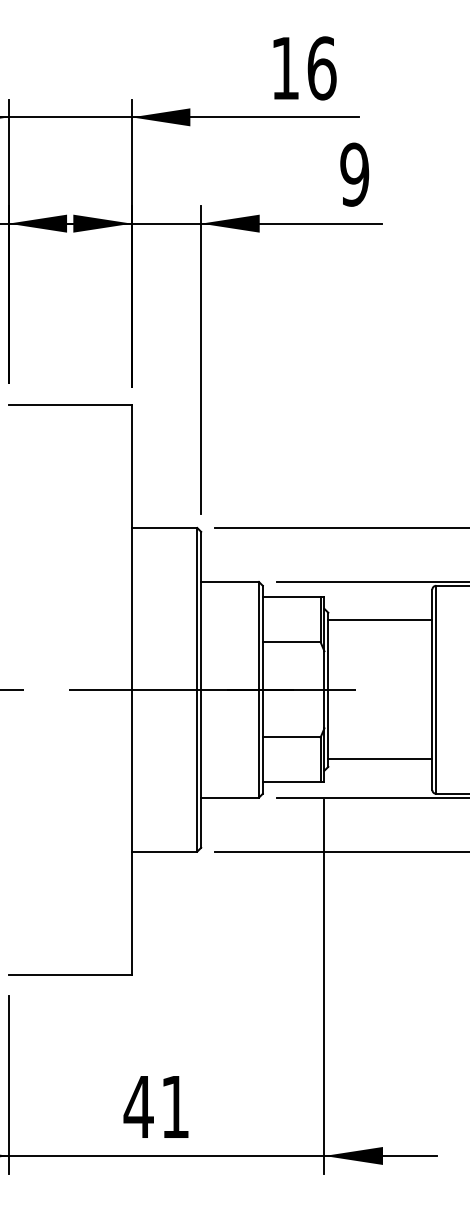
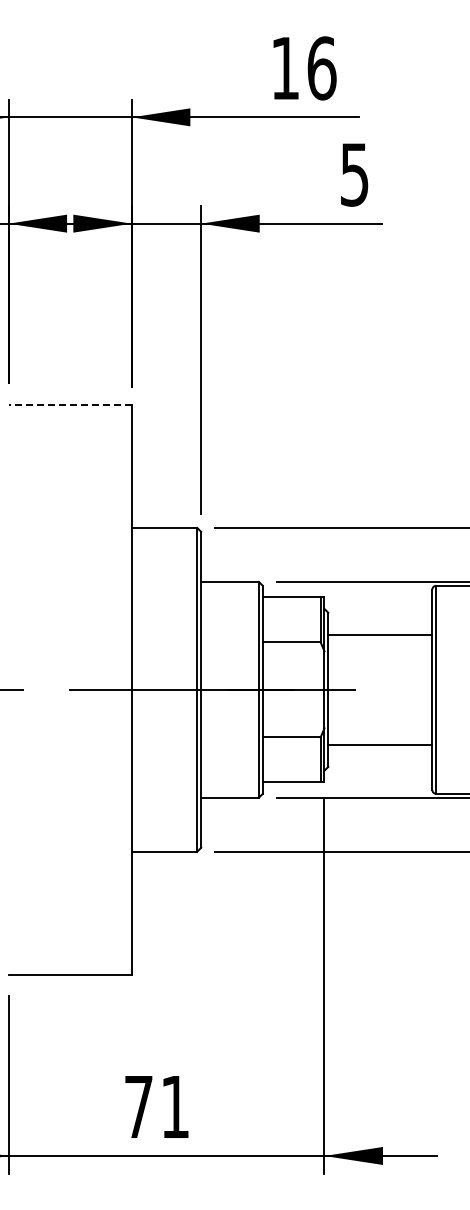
text at (354, 174): 9 -> 5
line at (70, 404): solid -> dashed
line at (380, 620) position: (380, 620) -> (380, 635)
line at (380, 759) position: (380, 759) -> (380, 745)
text at (138, 1106): 41 -> 71
